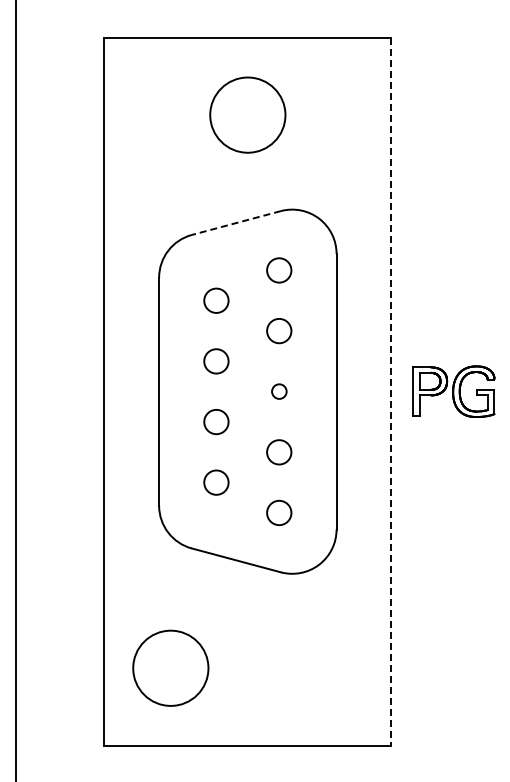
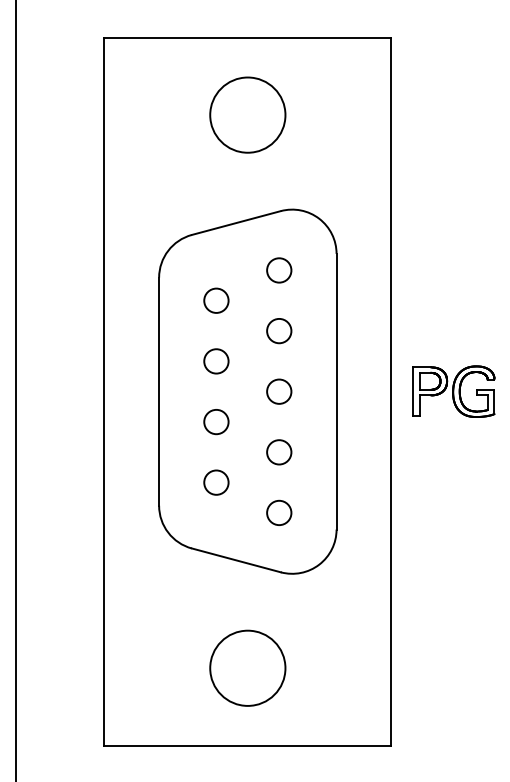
line at (235, 223): dashed -> solid
circle at (279, 391) size: 17x17 px -> 27x27 px
line at (391, 392): dashed -> solid
circle at (170, 667) position: (170, 667) -> (247, 667)
